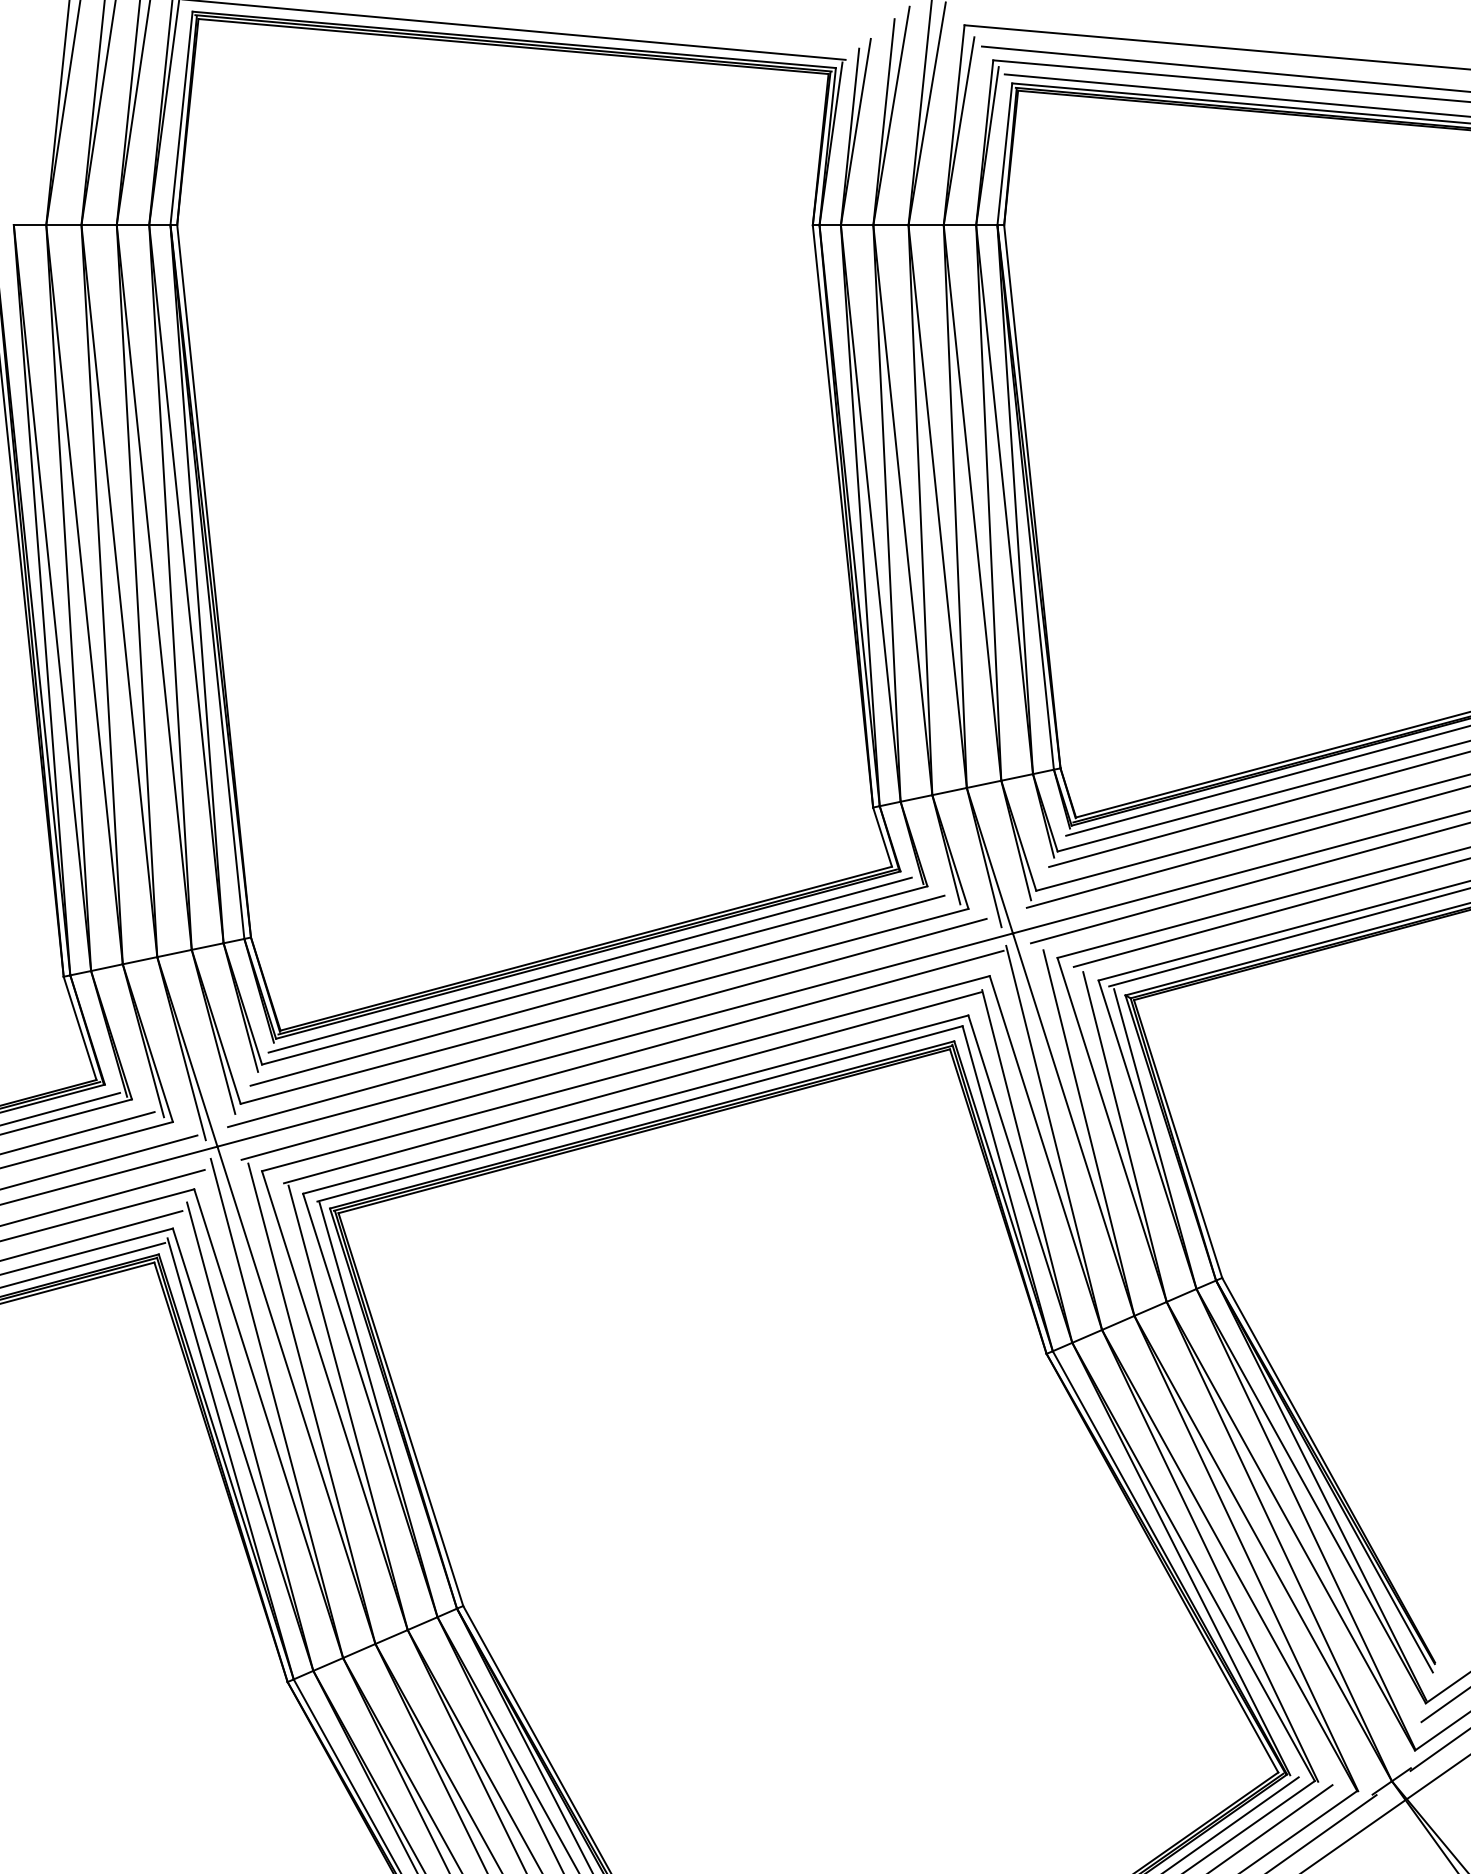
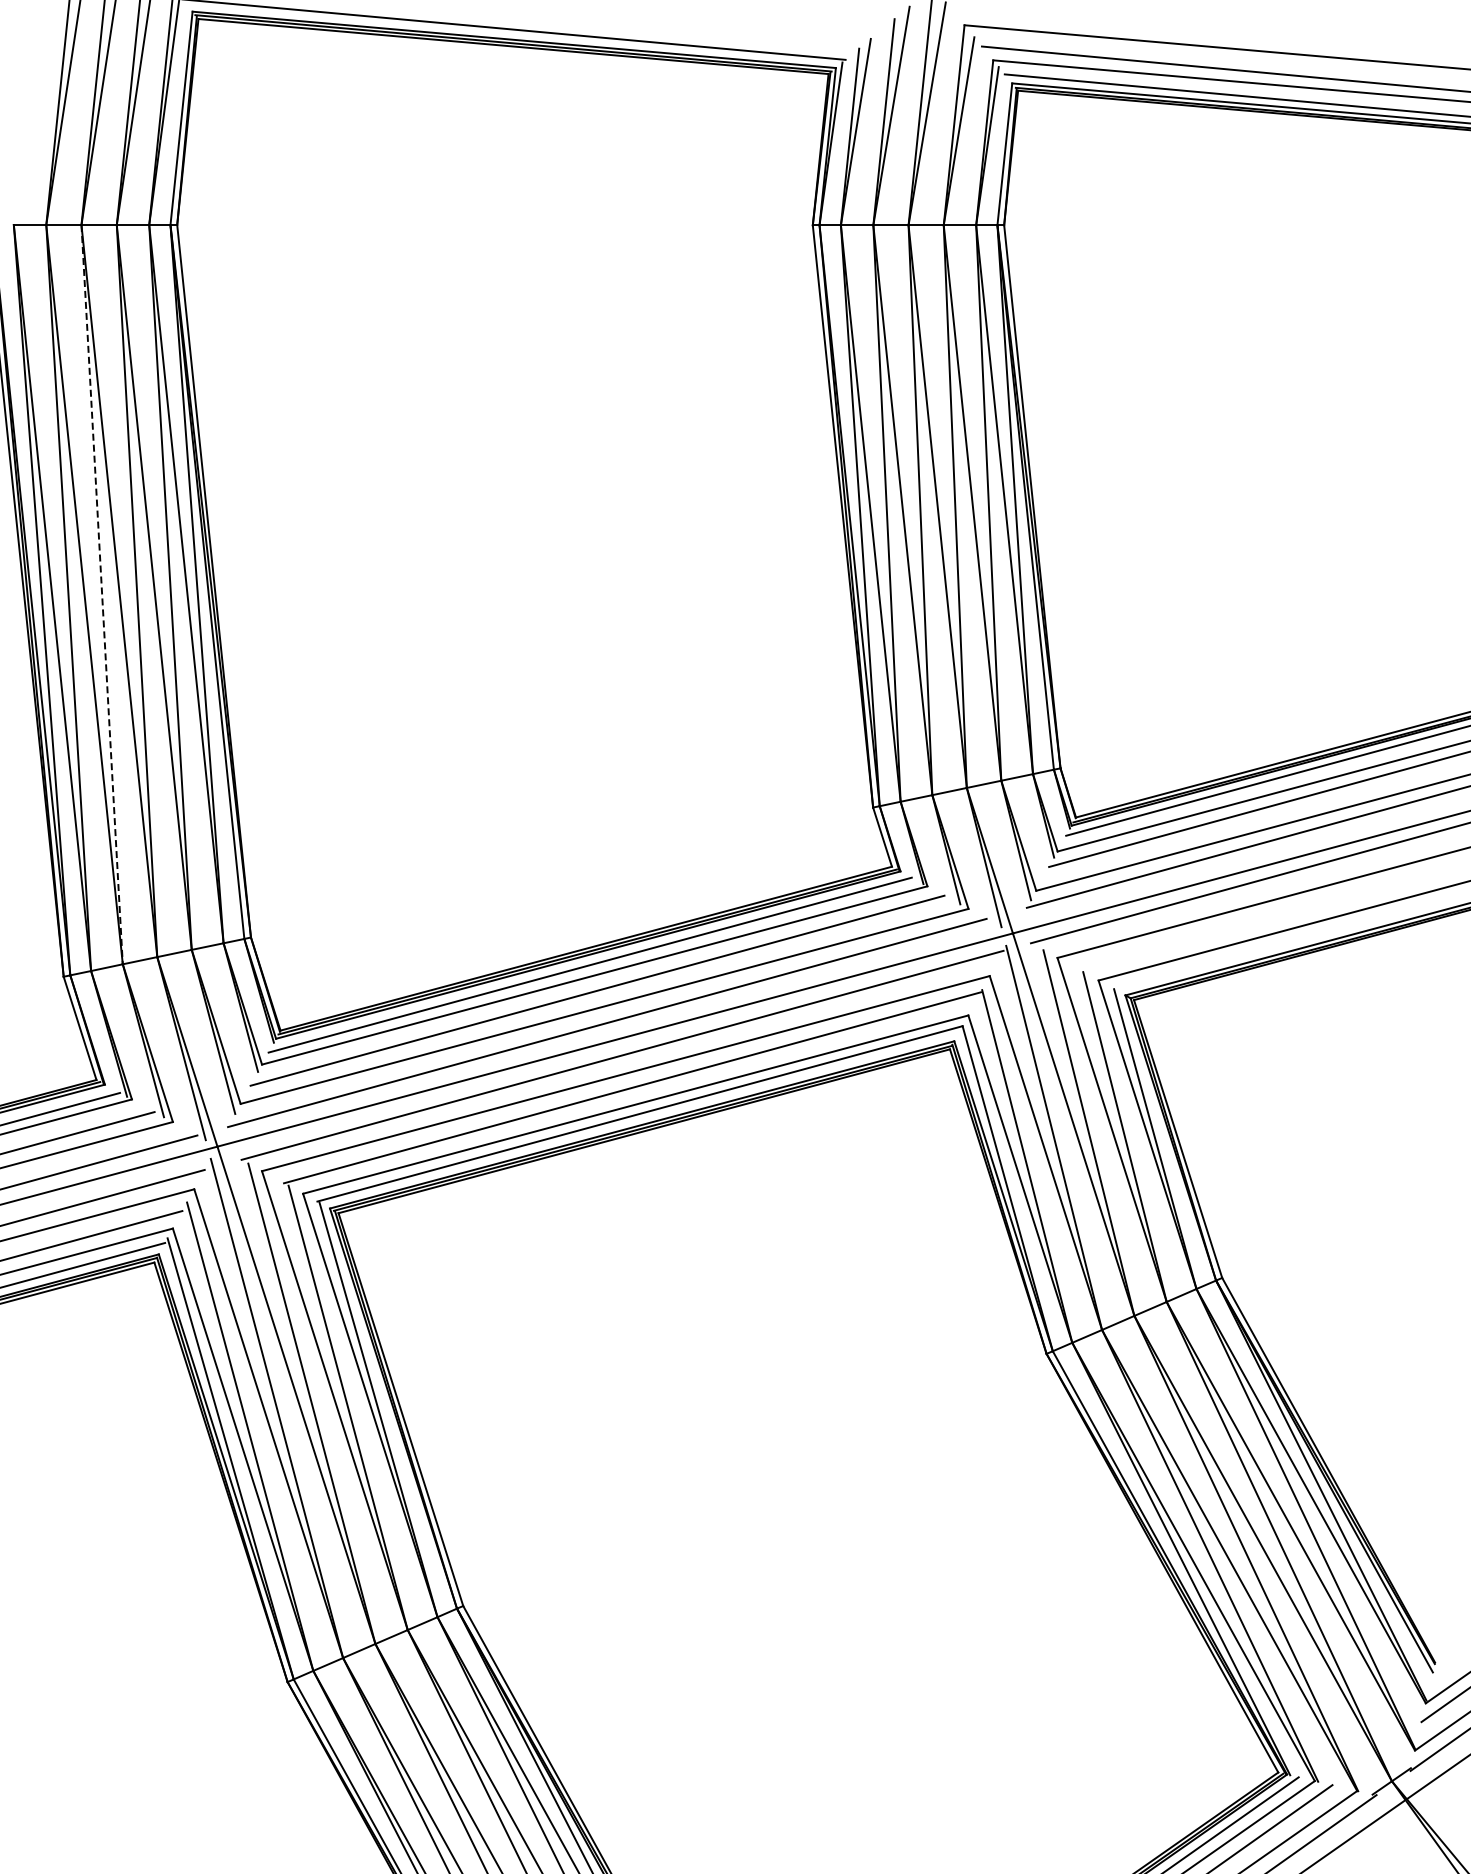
line at (102, 595): solid -> dashed
line at (1270, 912): present -> none
line at (1288, 937): present -> none
